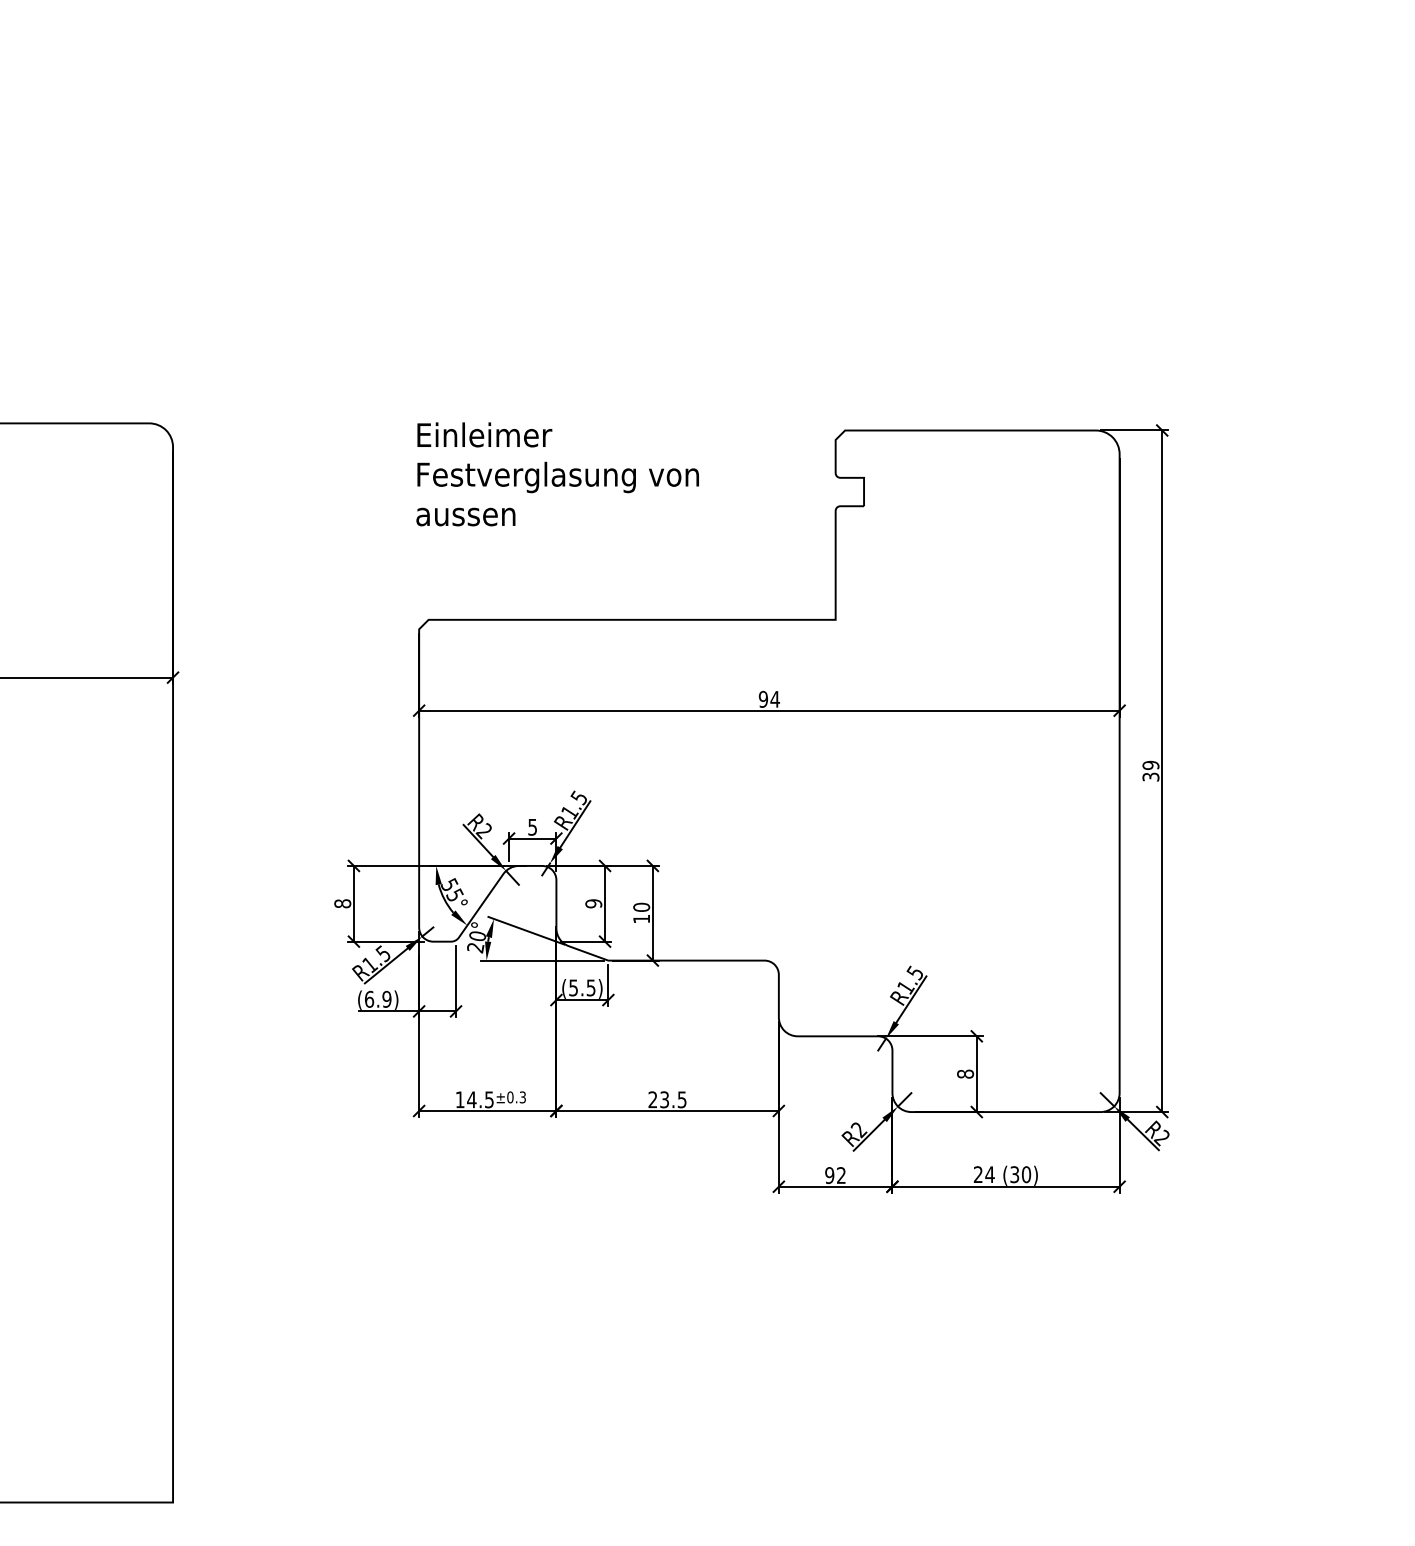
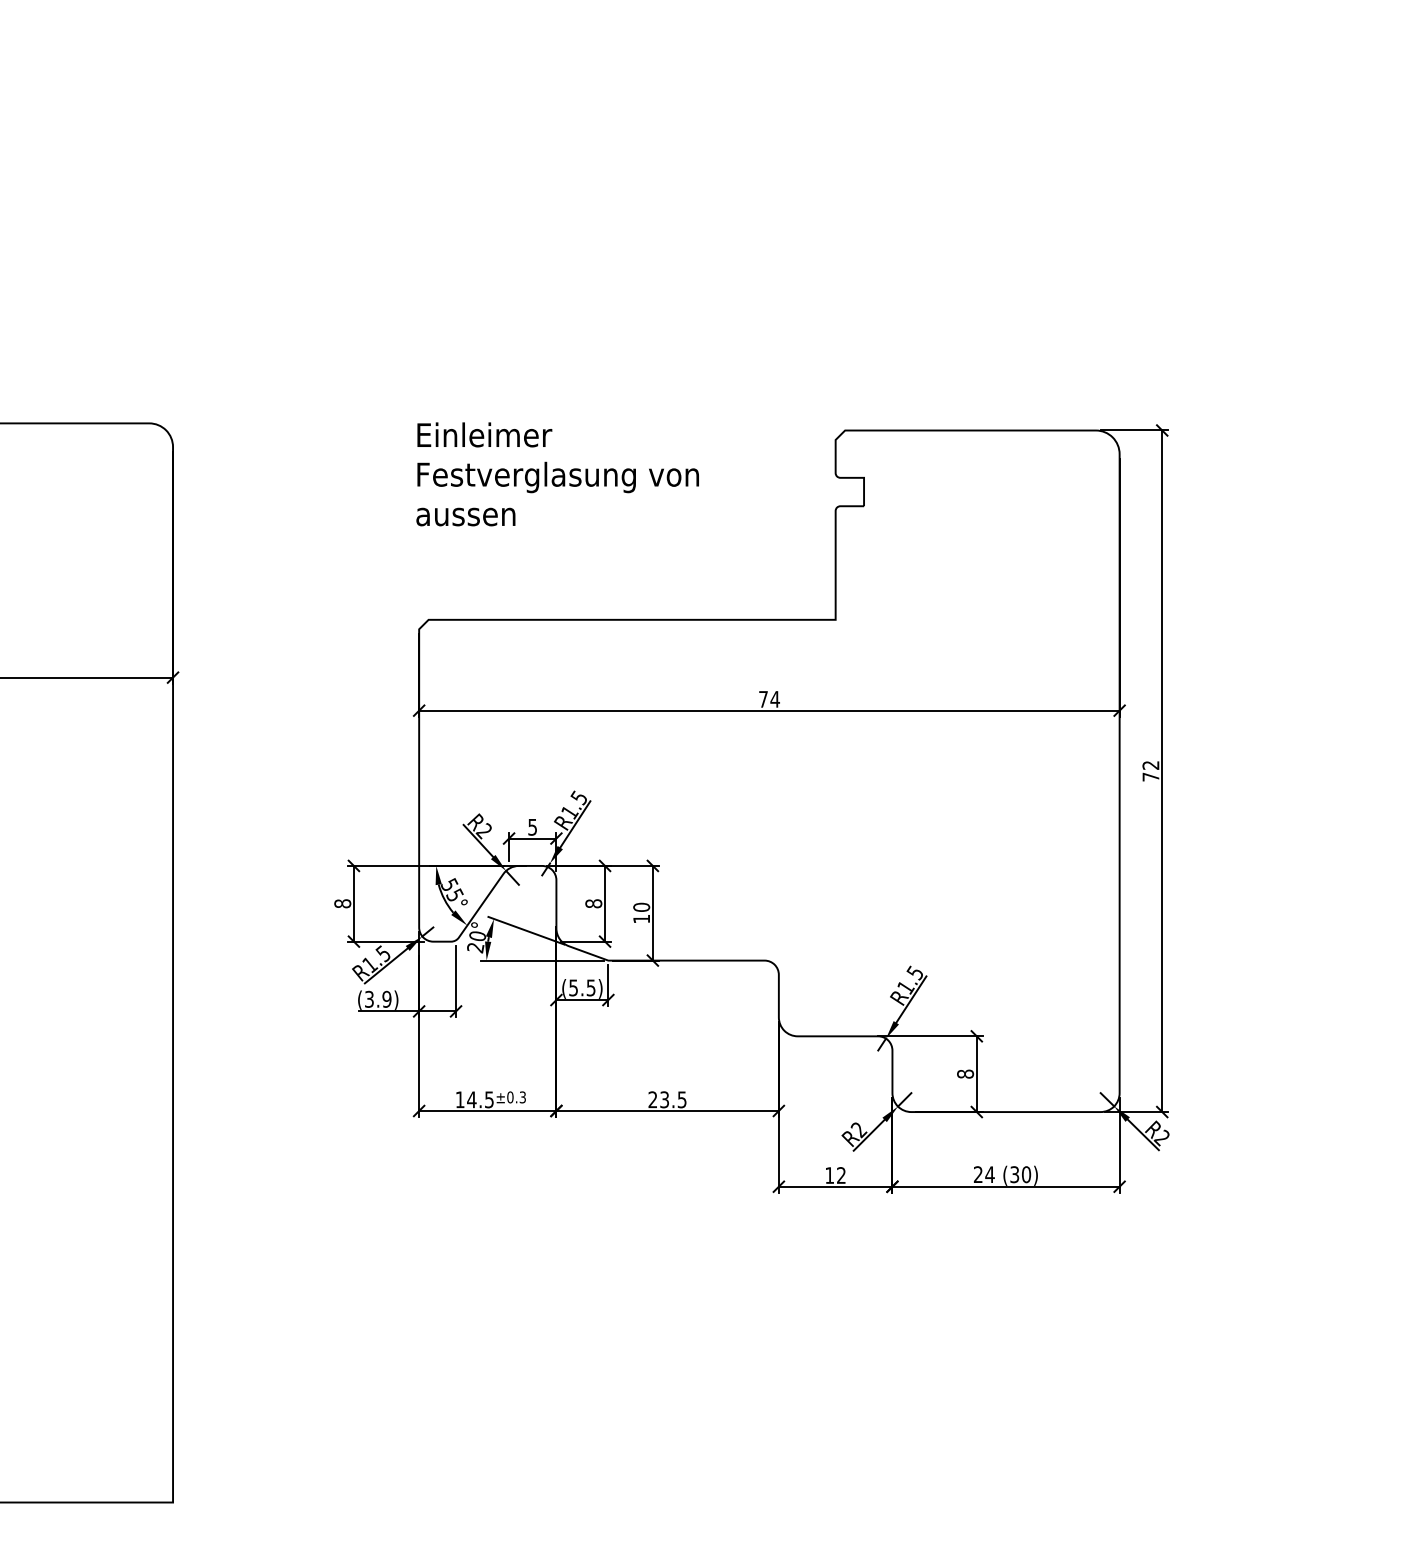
text at (763, 698): 94 -> 74
text at (1150, 770): 39 -> 72
text at (593, 903): 9 -> 8
text at (369, 998): (6.9) -> (3.9)
text at (829, 1175): 92 -> 12
